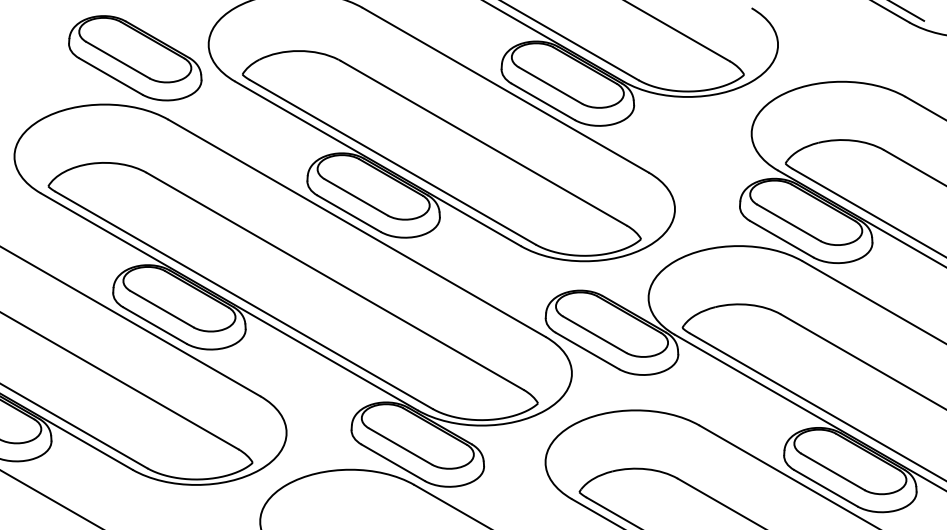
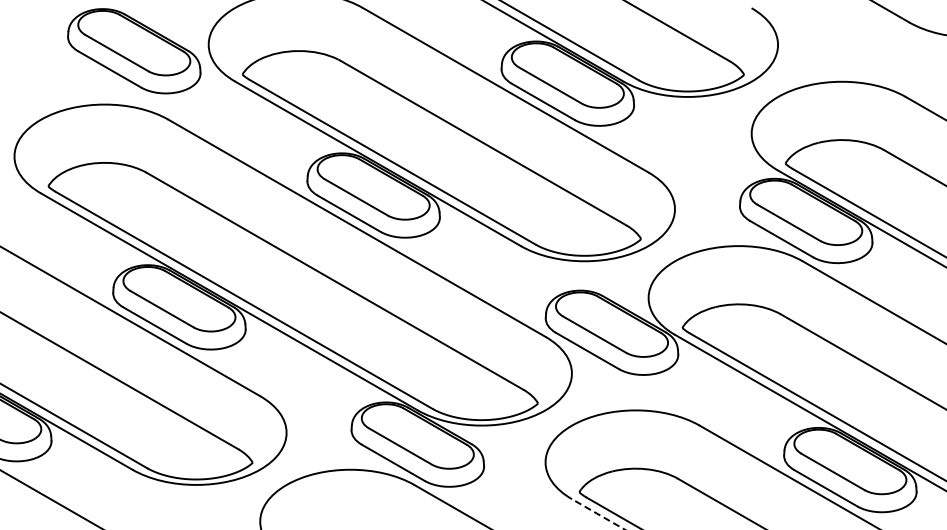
line at (907, 11): present -> none
part at (135, 58) position: (135, 58) -> (134, 51)
line at (597, 514): solid -> dashed
